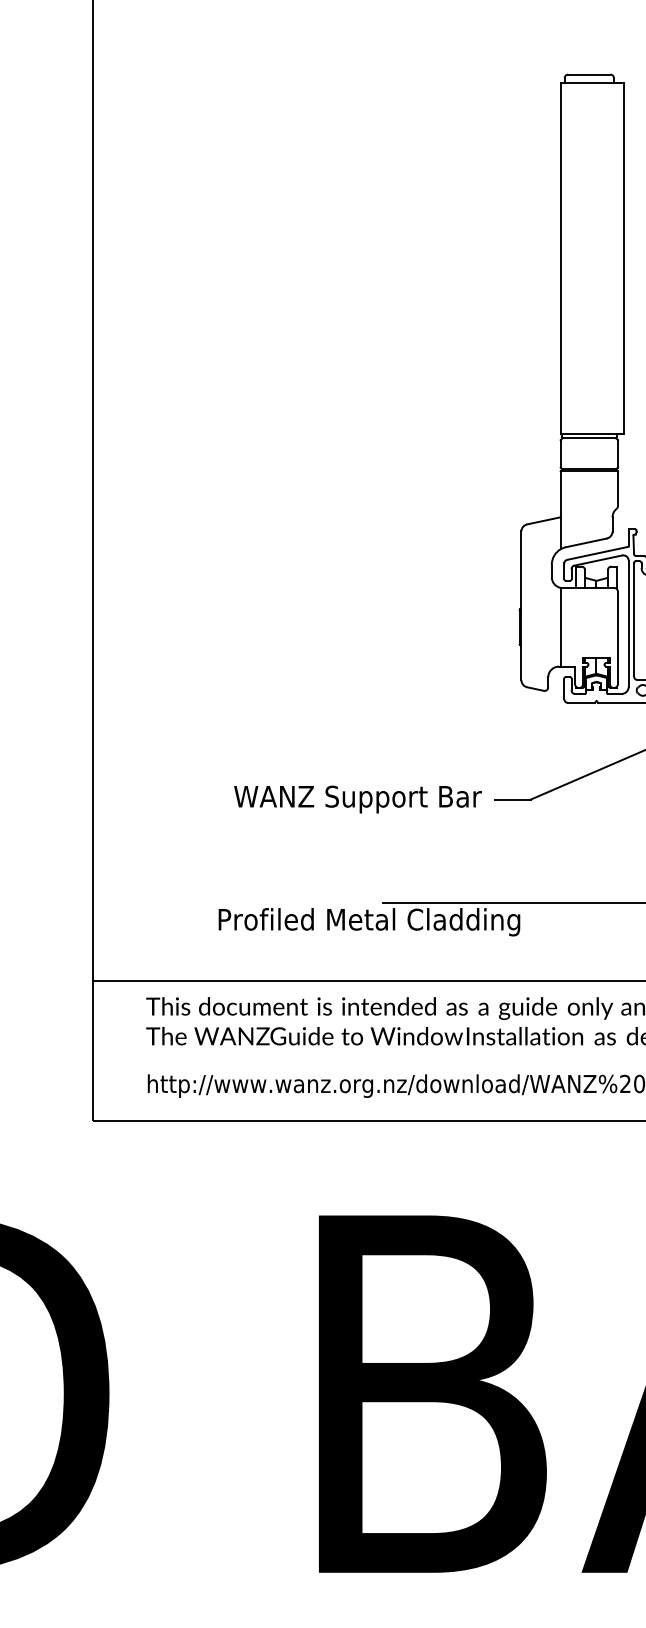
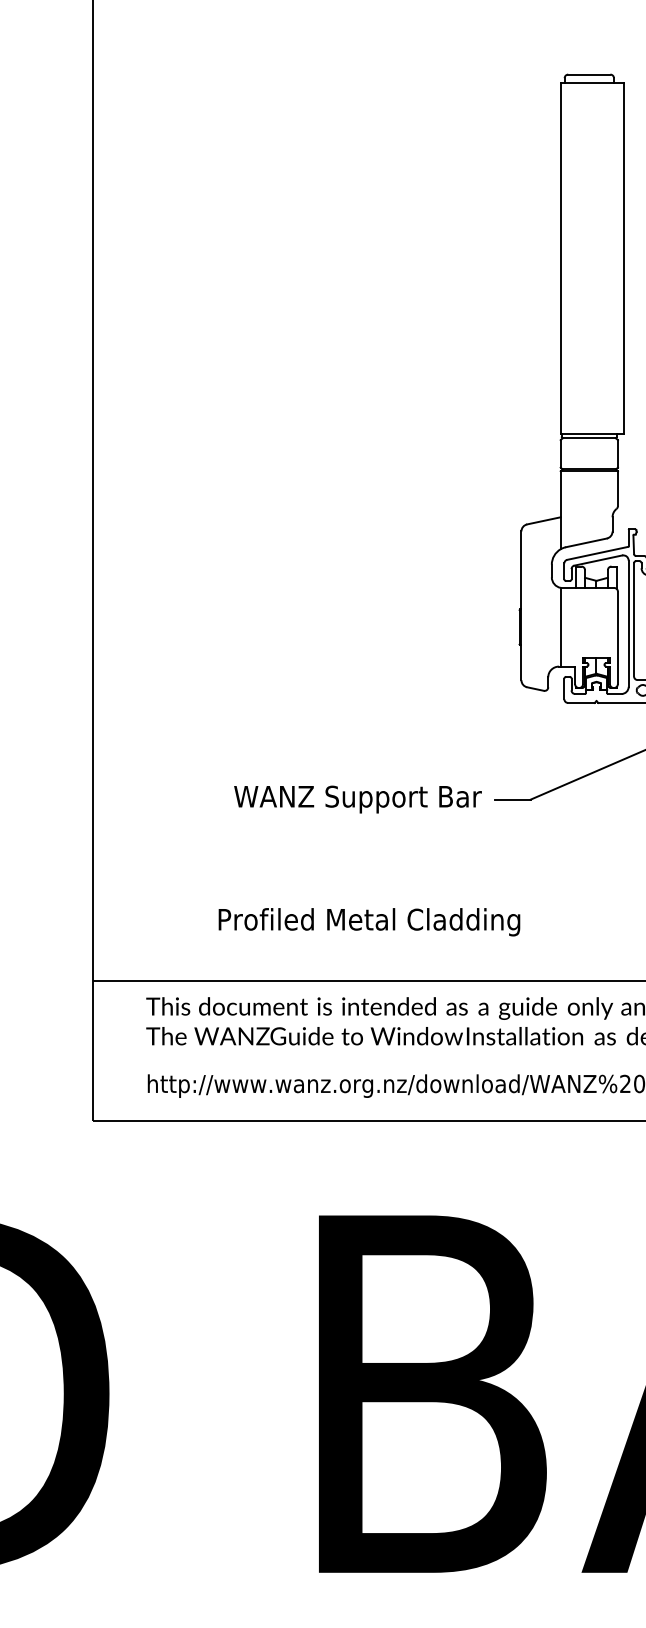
line at (512, 903): present -> none
